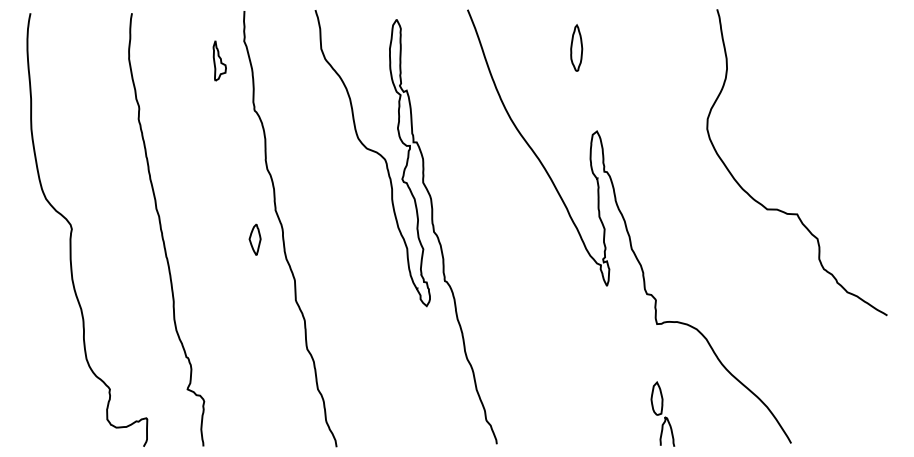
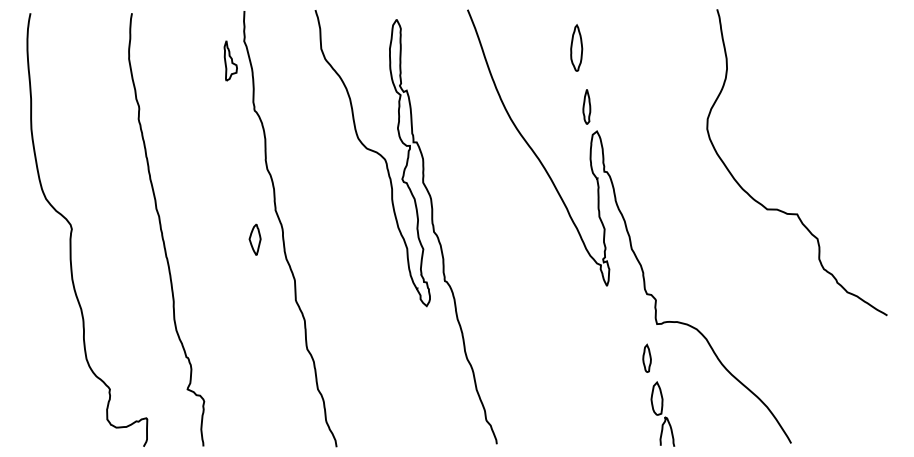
part at (219, 60) position: (219, 60) -> (230, 60)
part at (586, 106): none -> present
part at (646, 357): none -> present
